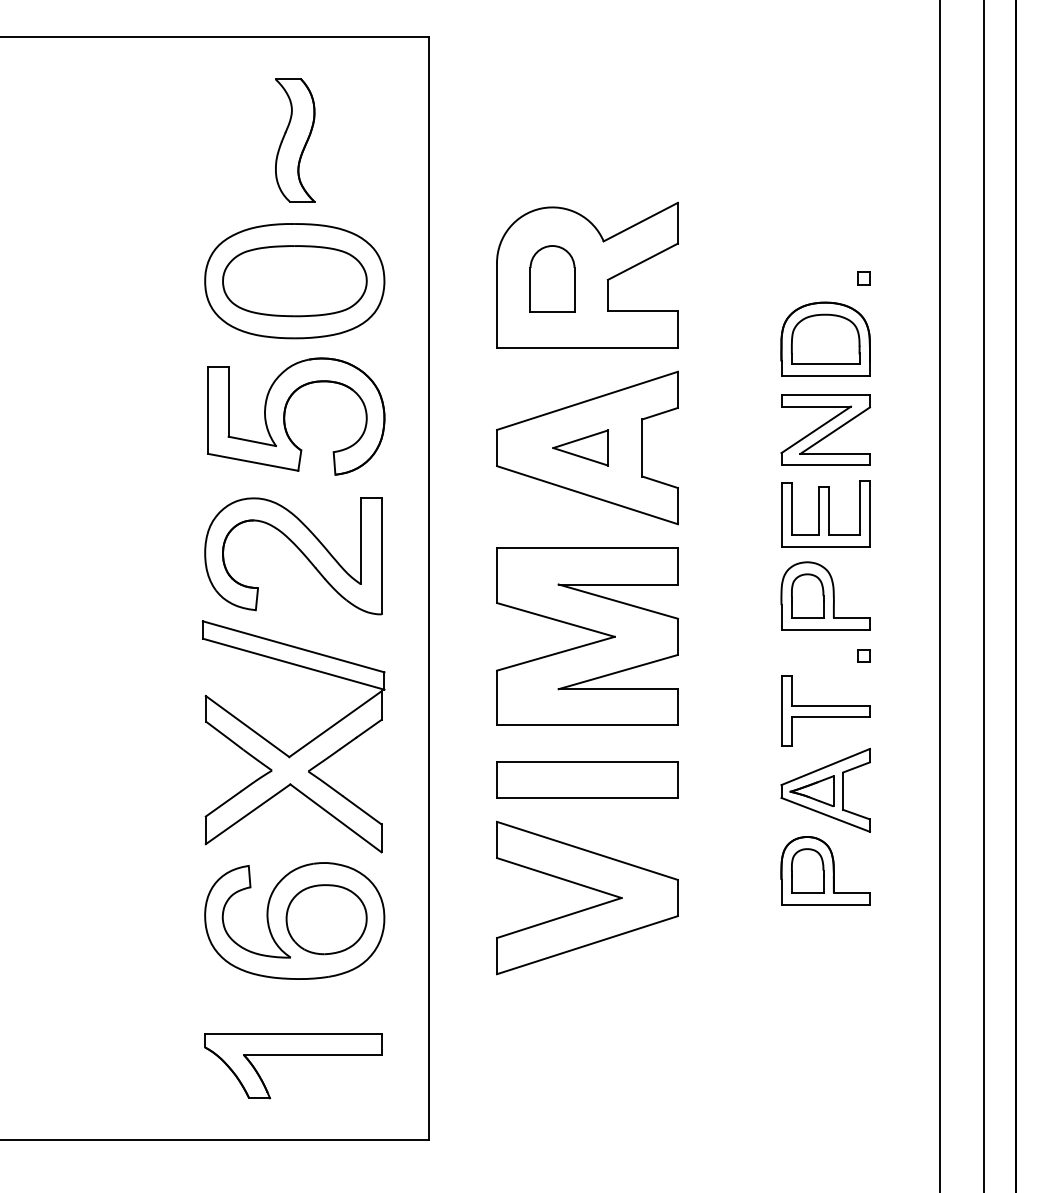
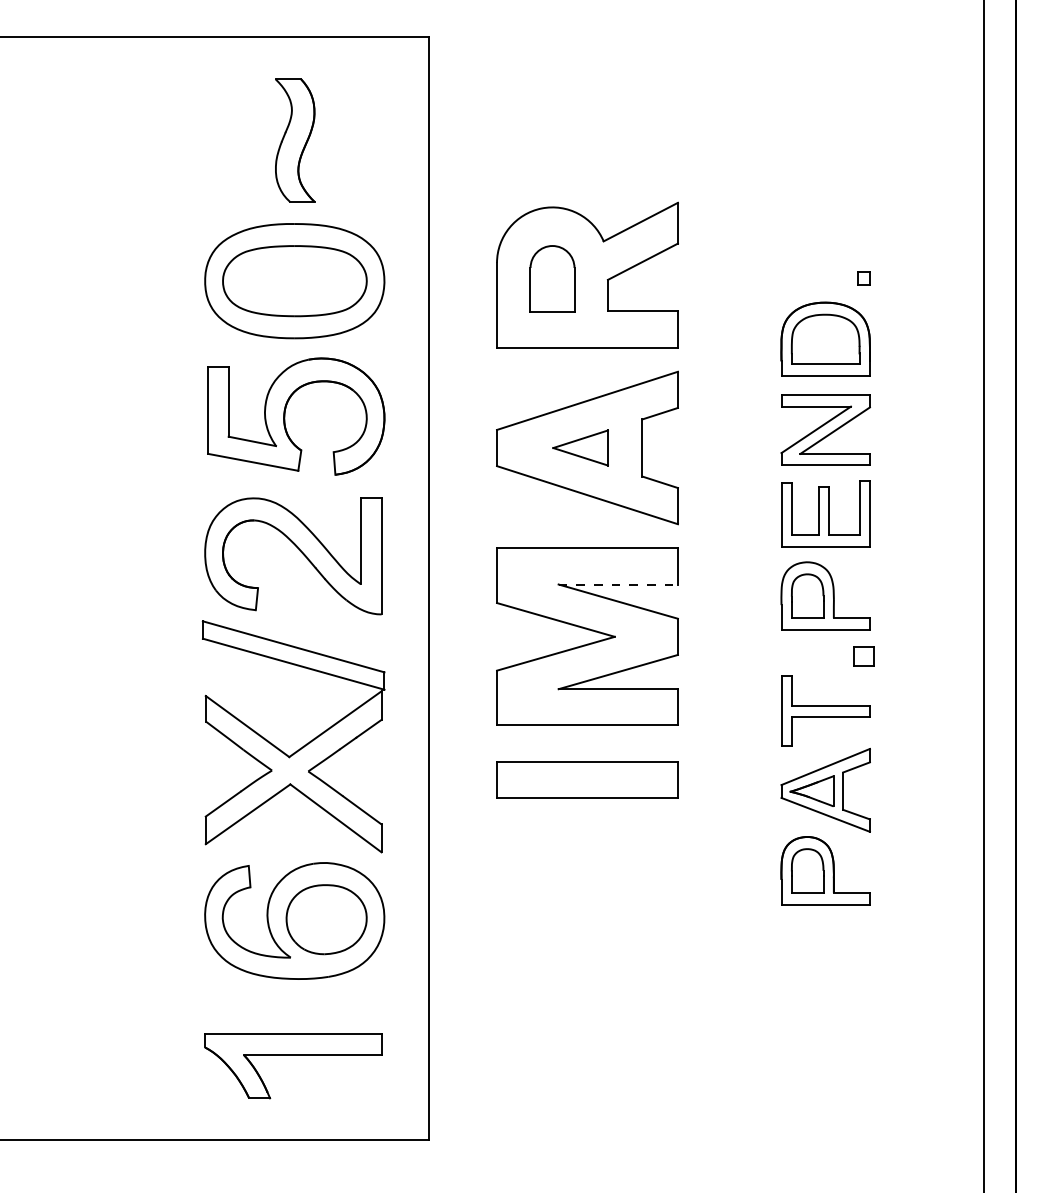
line at (618, 584): solid -> dashed
line at (939, 595): present -> none
part at (863, 655) size: 14x14 px -> 22x21 px
part at (591, 889): present -> none
